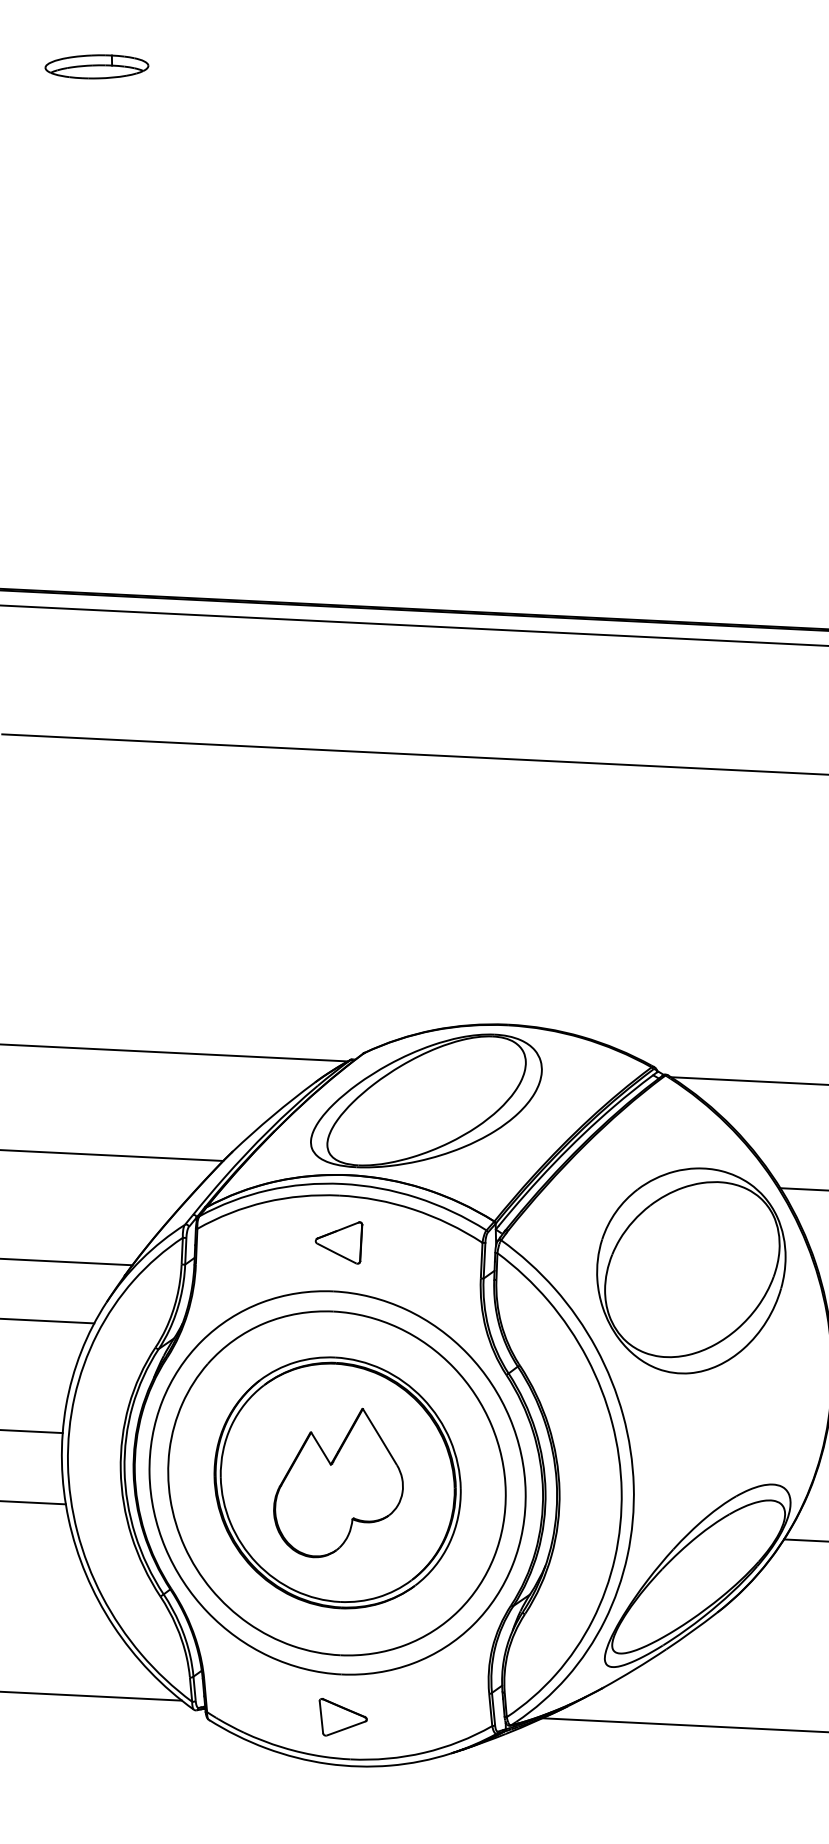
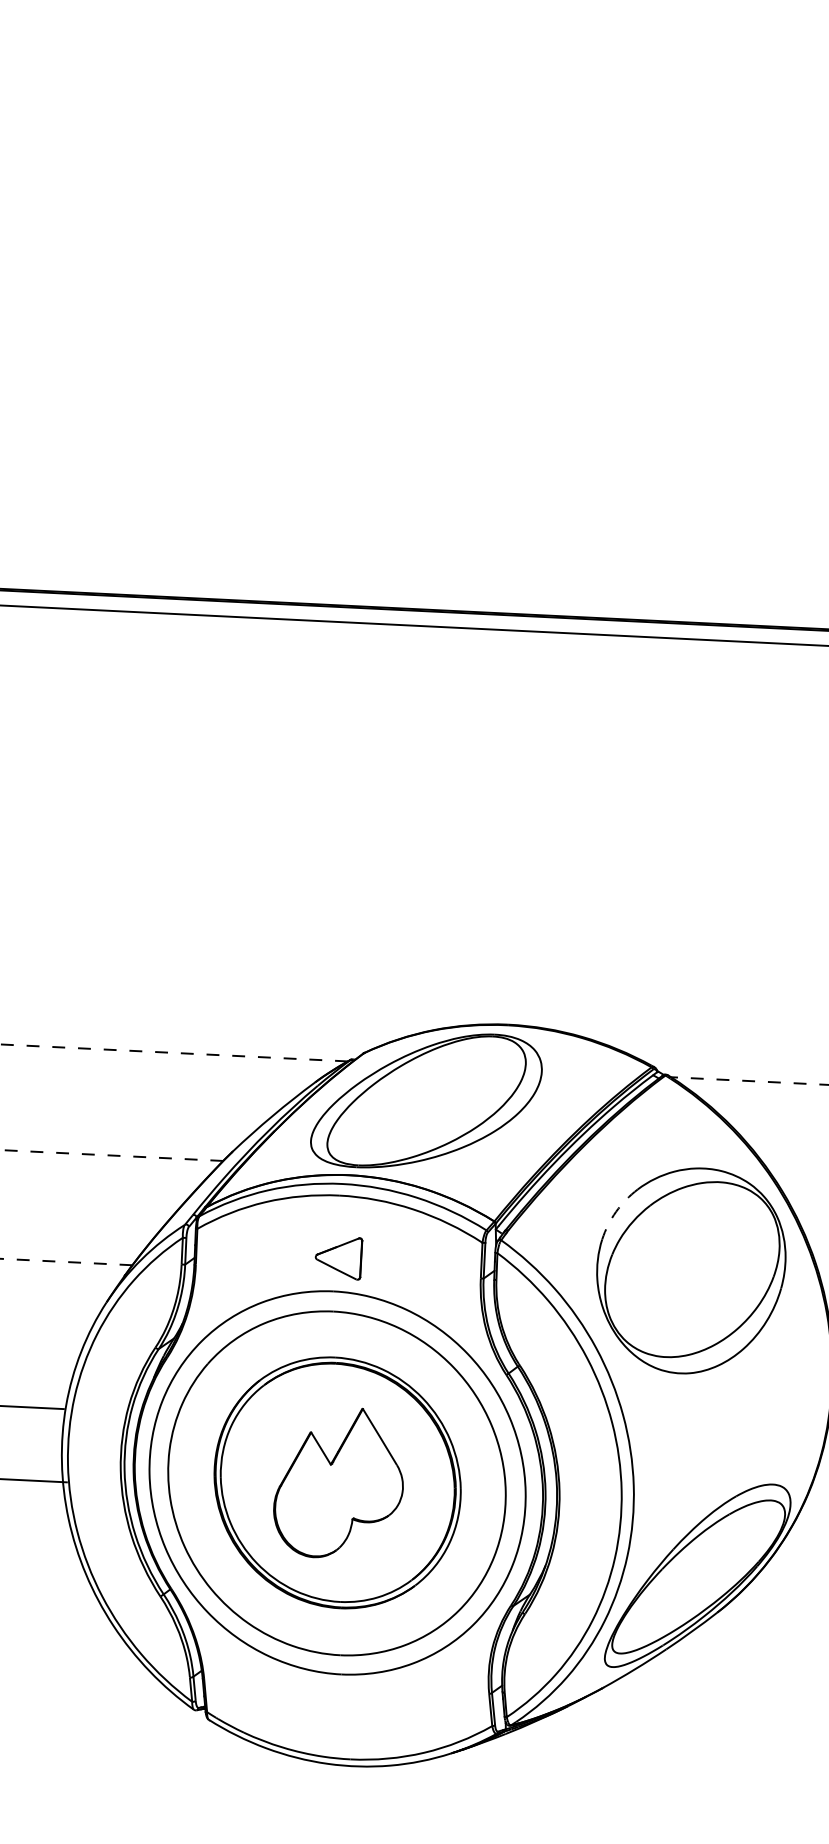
part at (96, 66): present -> none
line at (413, 754): present -> none
line at (174, 1052): solid -> dashed
line at (749, 1081): solid -> dashed
line at (111, 1155): solid -> dashed
line at (802, 1189): present -> none
arc at (616, 1211): solid -> dashed
part at (338, 1242) position: (338, 1242) -> (338, 1258)
line at (66, 1262): solid -> dashed
line at (48, 1320): present -> none
line at (32, 1431) position: (32, 1431) -> (32, 1407)
line at (33, 1502) position: (33, 1502) -> (34, 1480)
line at (804, 1540): present -> none
line at (91, 1695): present -> none
part at (342, 1717): present -> none
line at (683, 1725): present -> none
